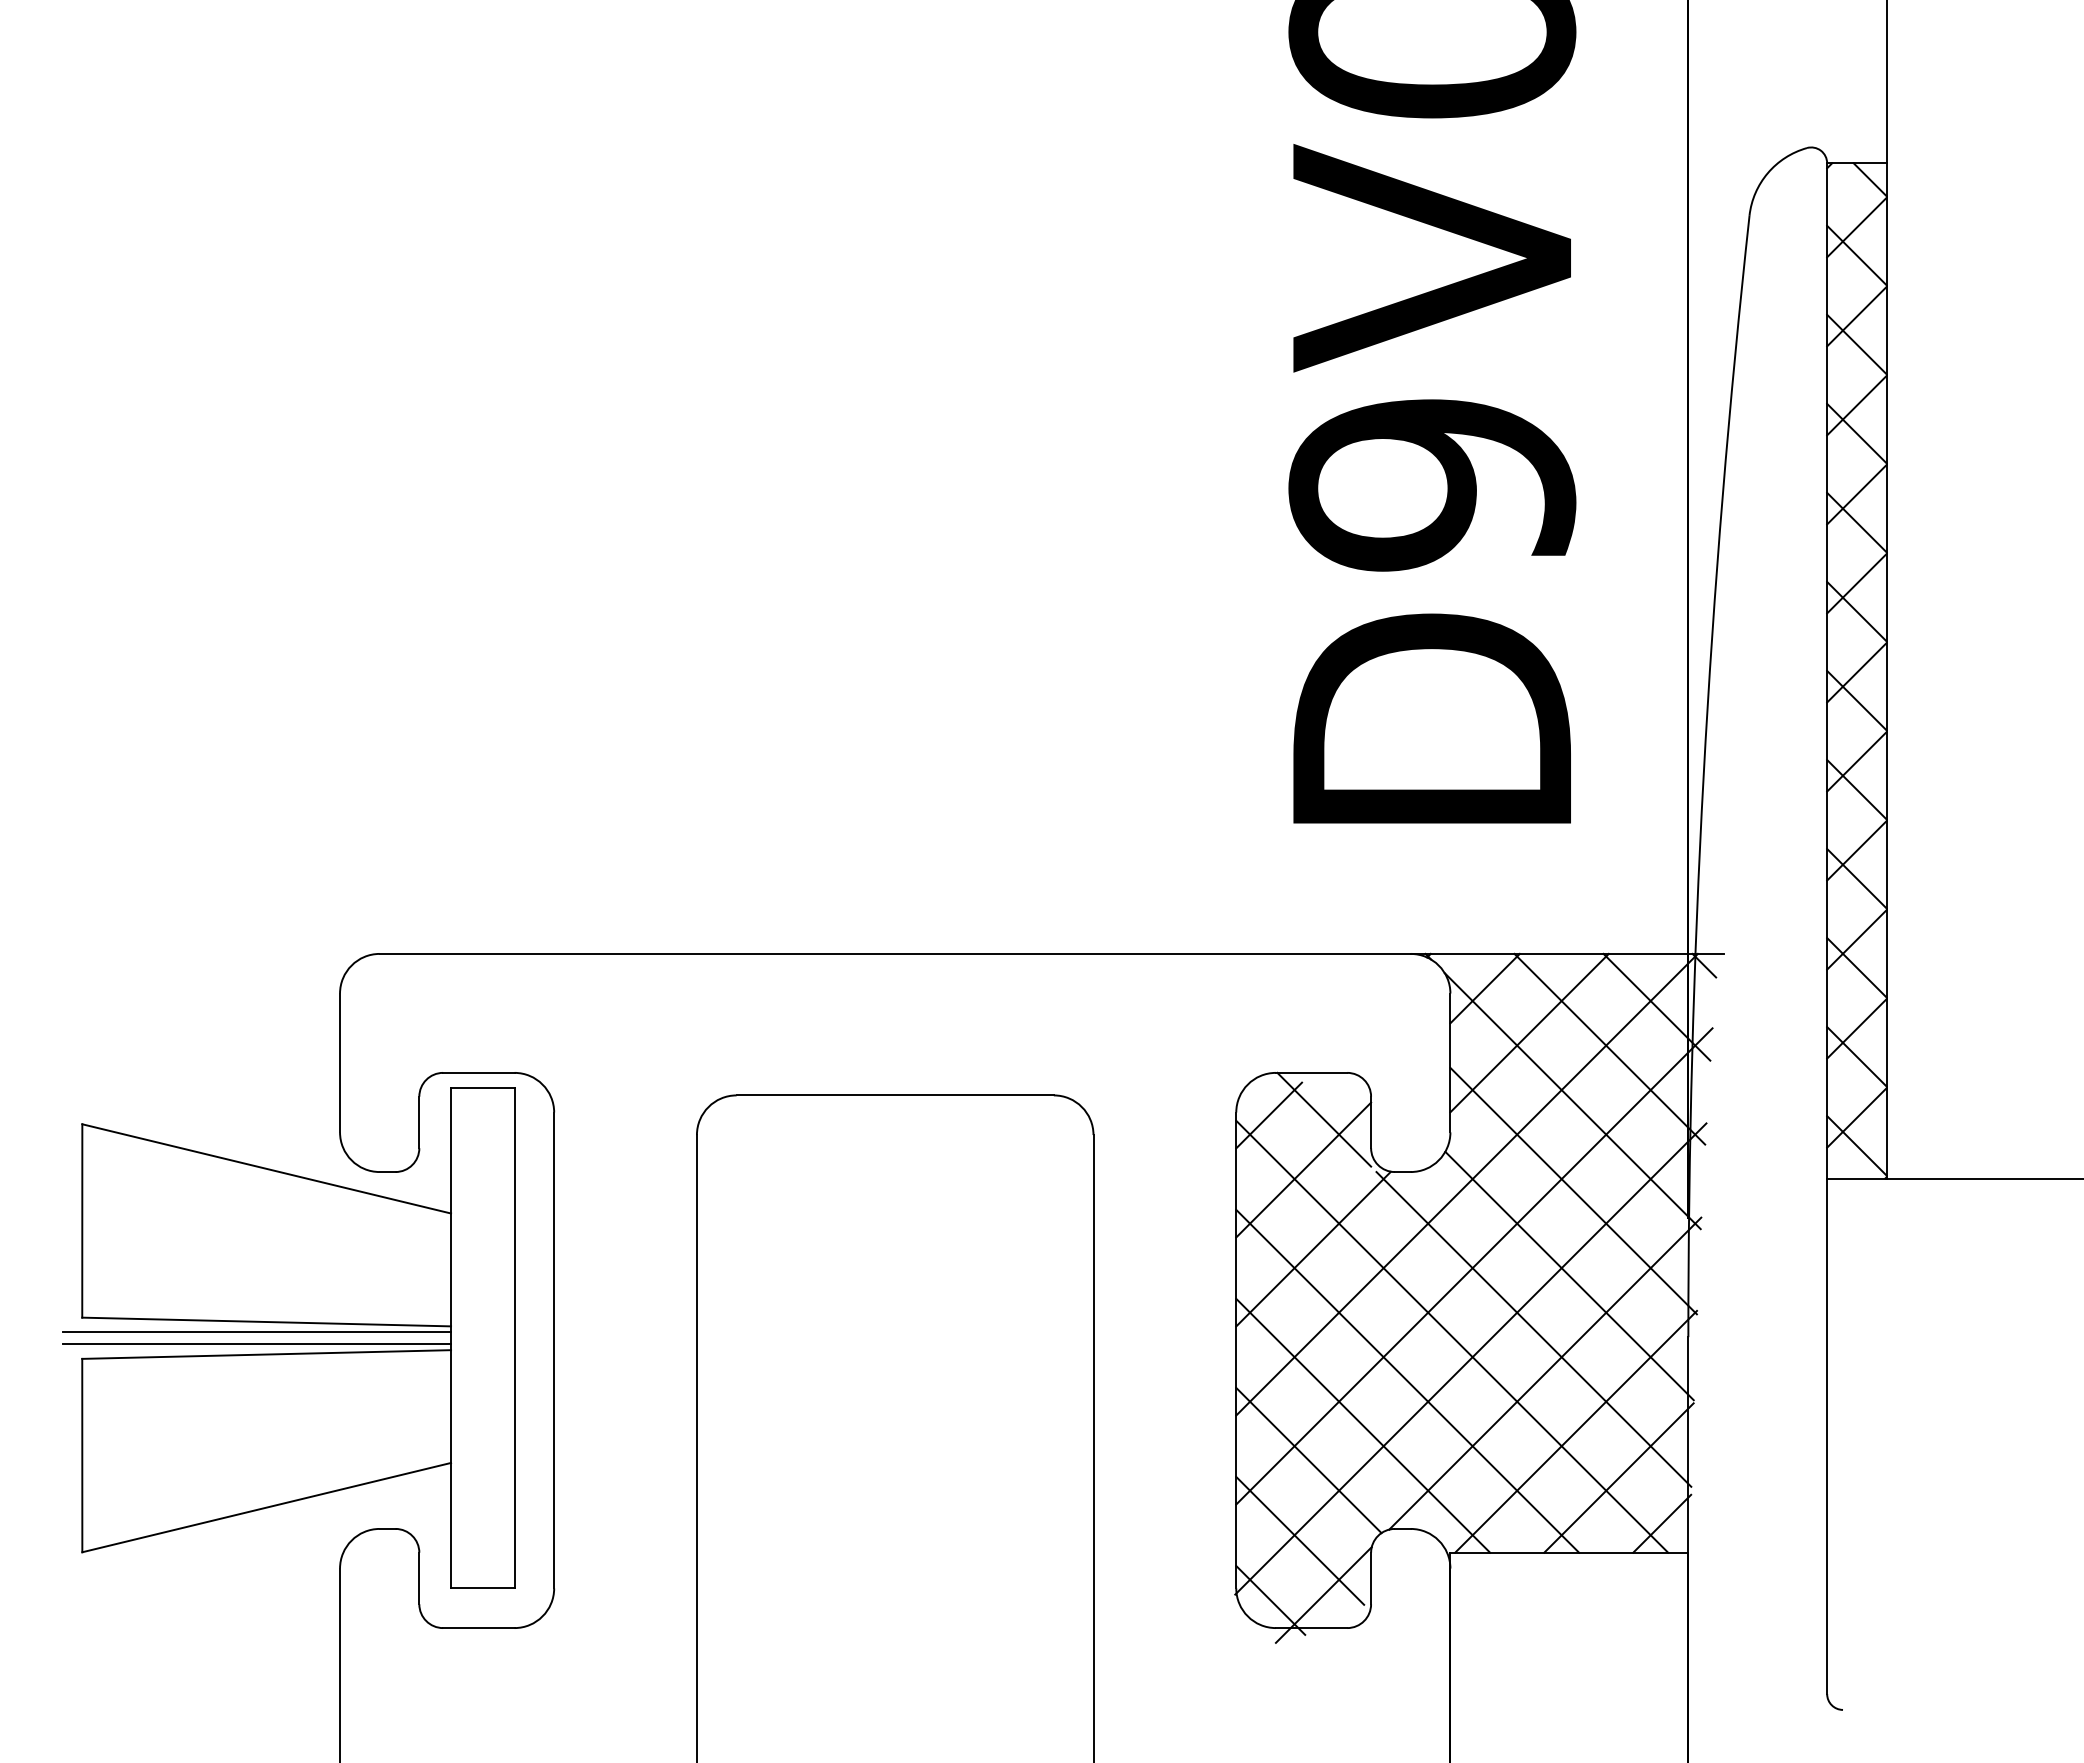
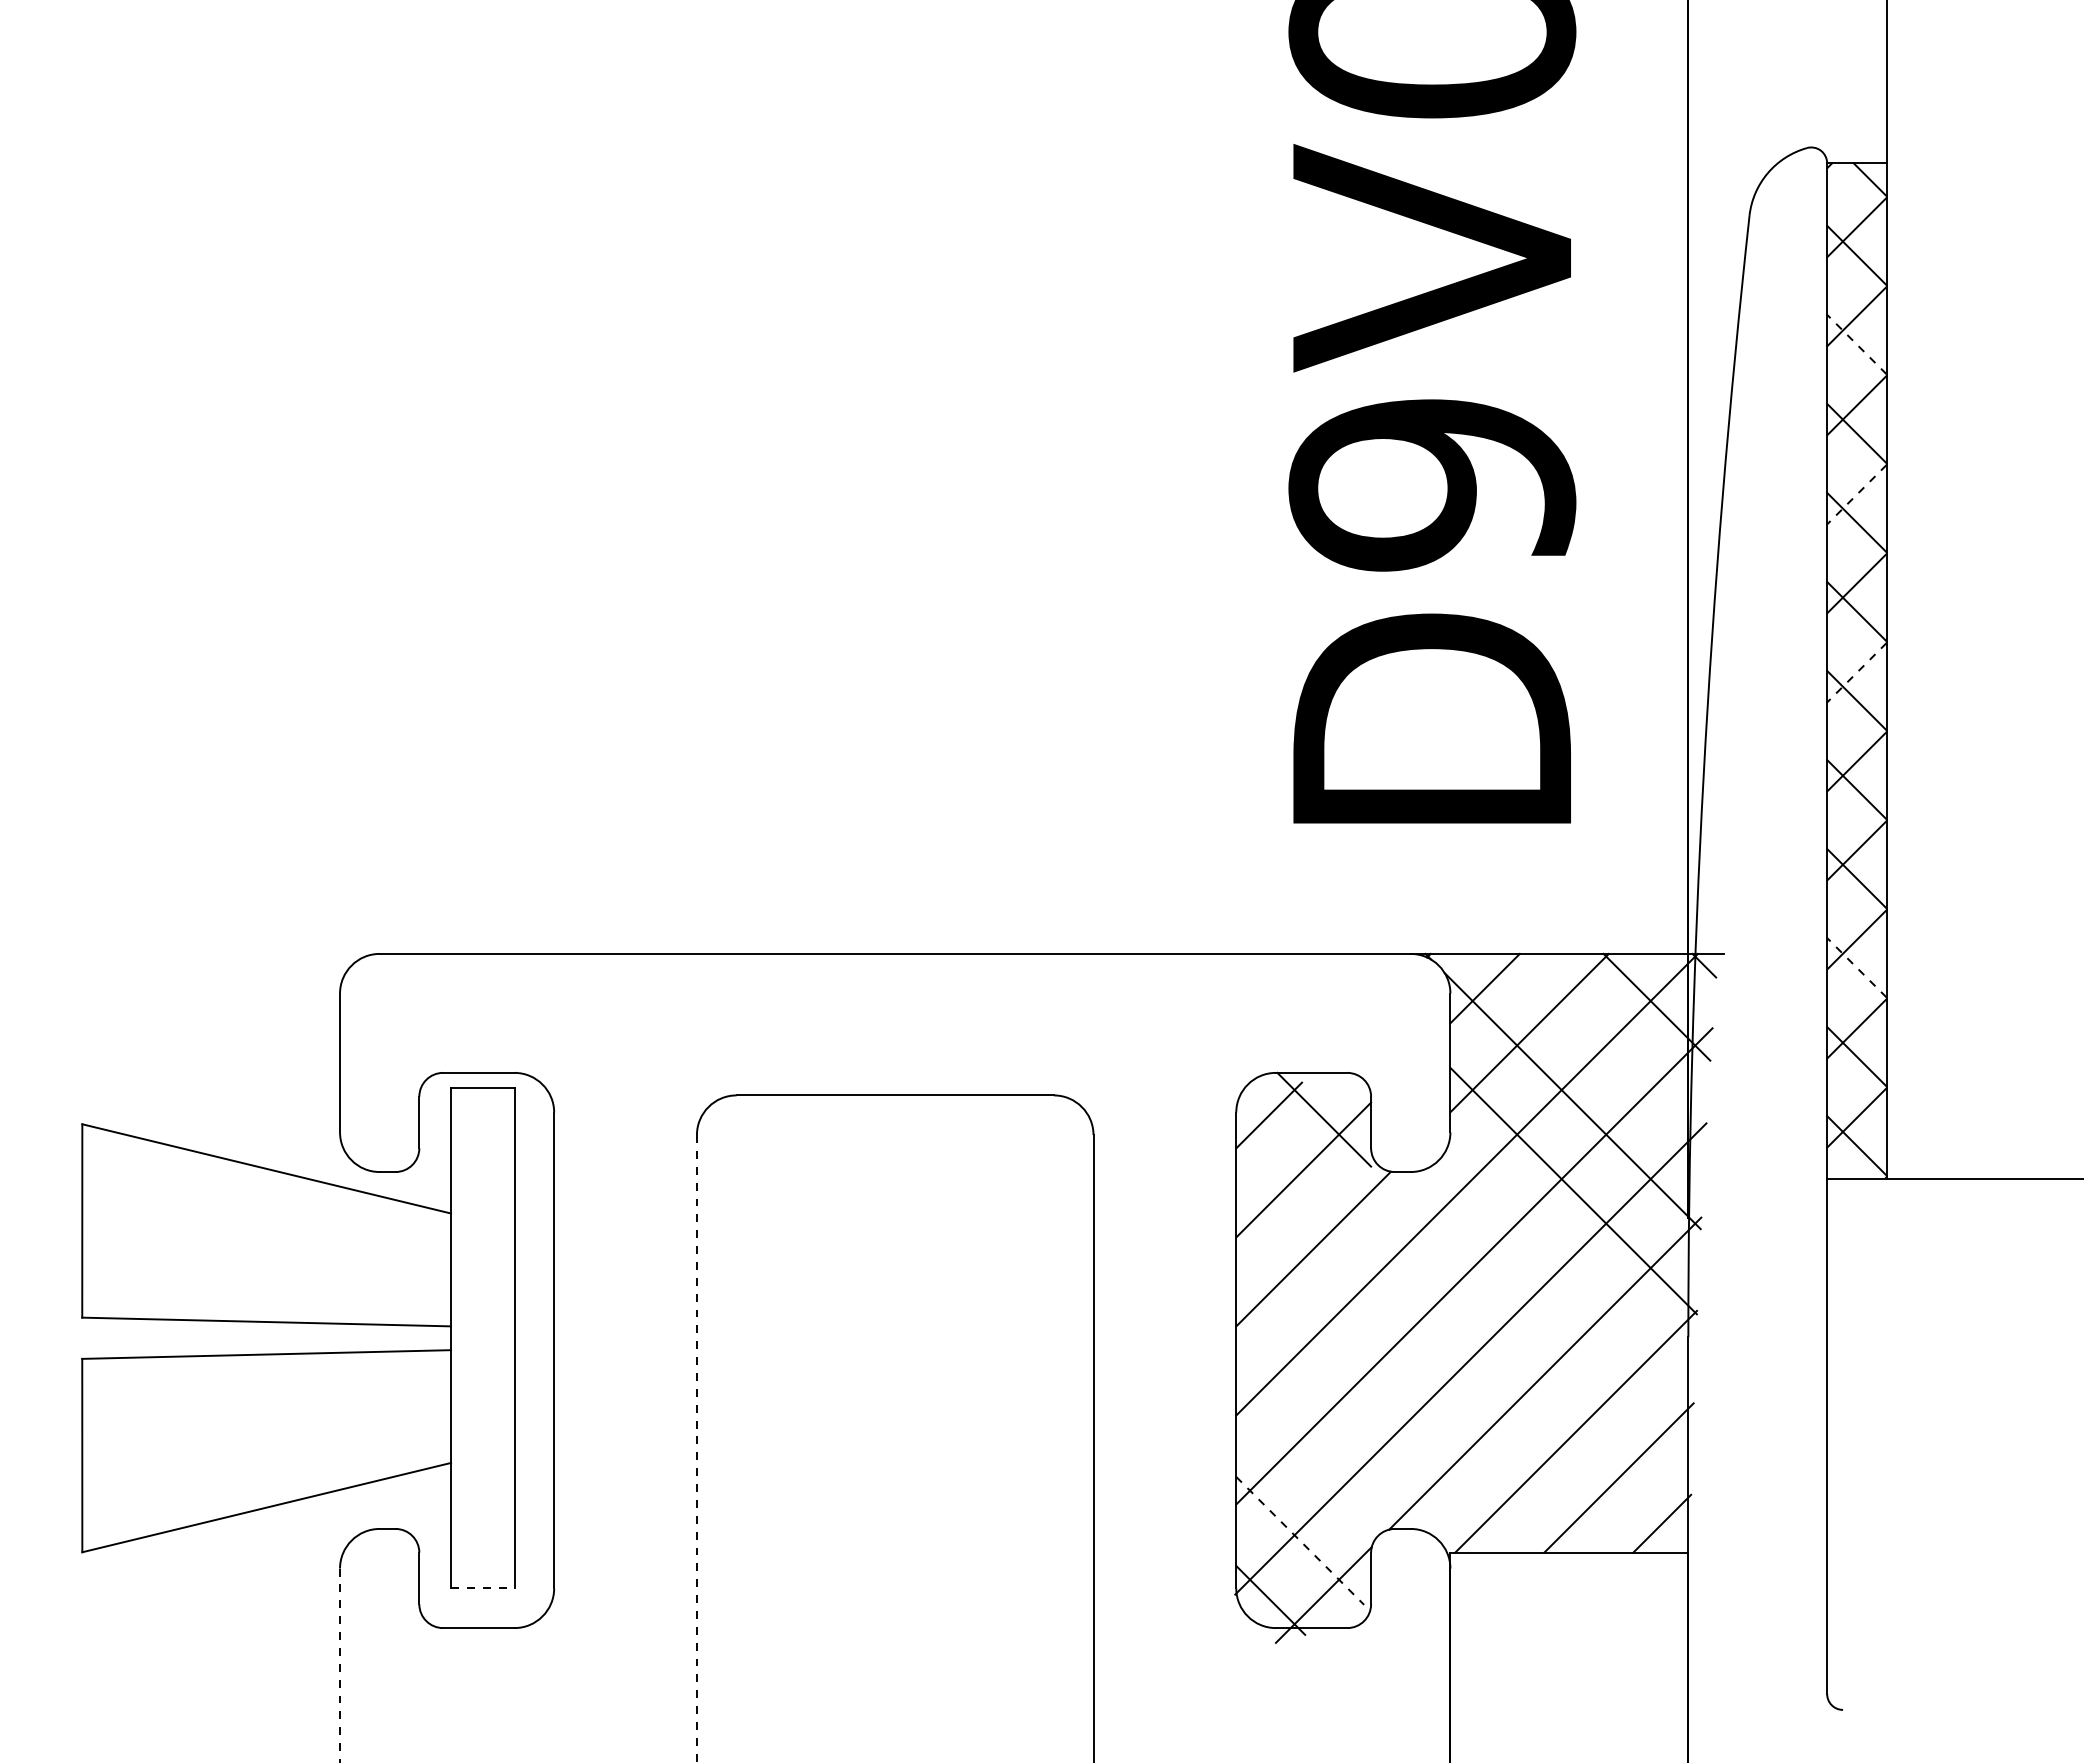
line at (1856, 344): solid -> dashed
line at (1856, 495): solid -> dashed
line at (1856, 673): solid -> dashed
line at (1856, 967): solid -> dashed
line at (1609, 1048): present -> none
line at (1569, 1275): present -> none
line at (1533, 1329): present -> none
line at (256, 1332): present -> none
line at (1452, 1336): present -> none
line at (256, 1344): present -> none
line at (1407, 1380): present -> none
line at (1363, 1425): present -> none
line at (696, 1448): solid -> dashed
line at (1308, 1460): present -> none
line at (1300, 1541): solid -> dashed
line at (482, 1588): solid -> dashed
line at (340, 1665): solid -> dashed
